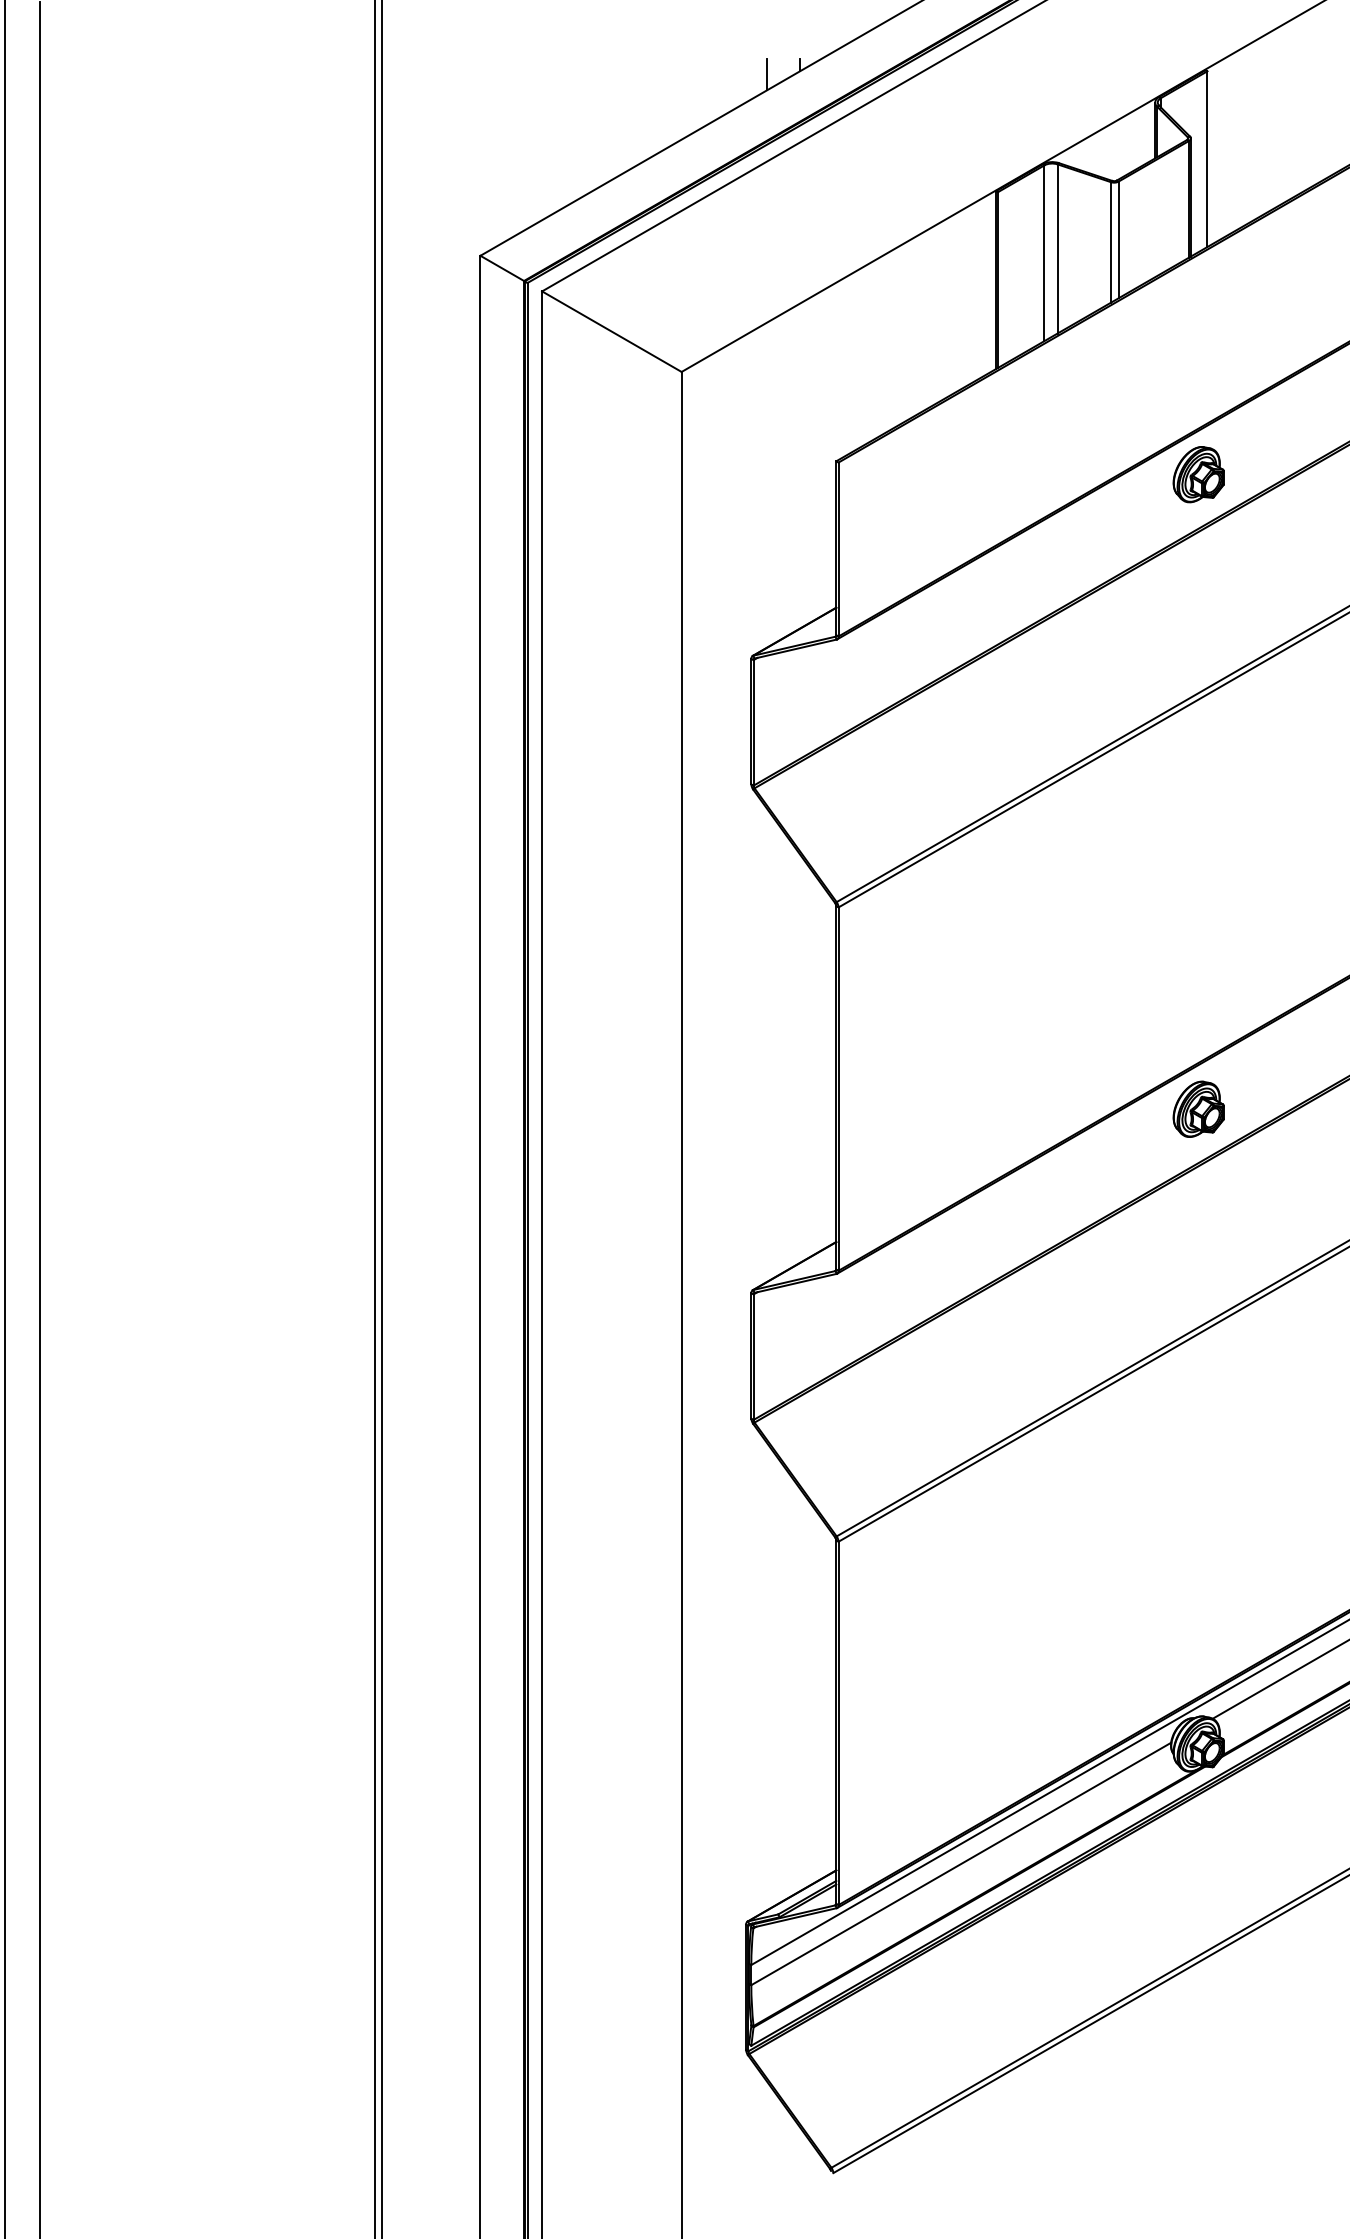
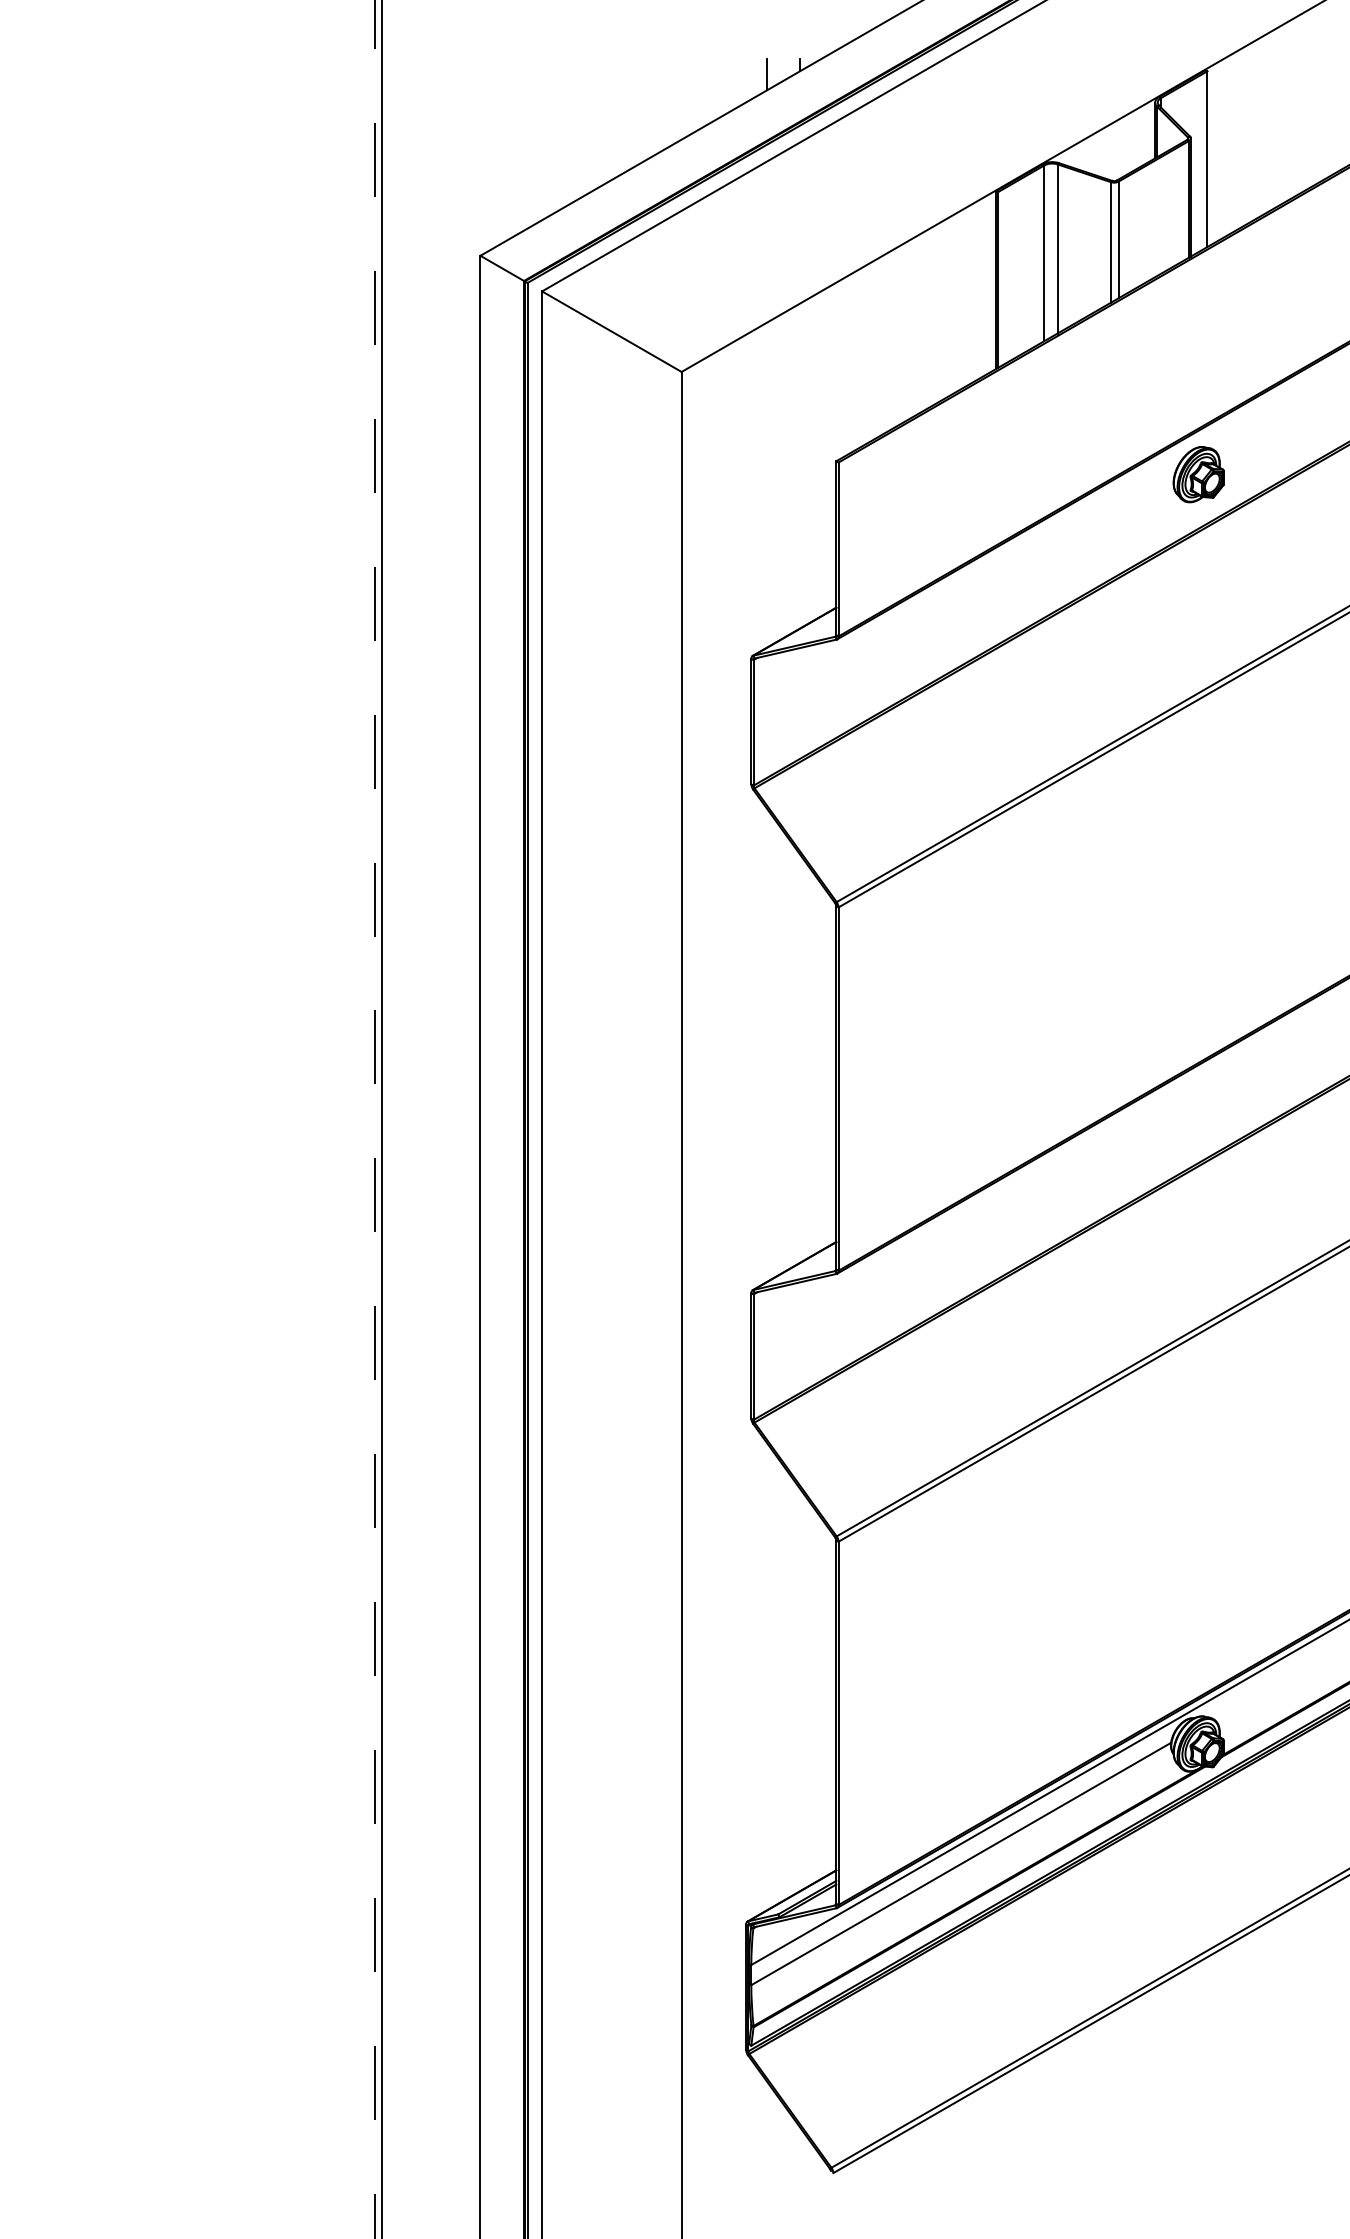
part at (1198, 1108): present -> none
line at (5, 1118): present -> none
line at (40, 1118): present -> none
line at (374, 1119): solid -> dashed
line at (1279, 1679): present -> none
